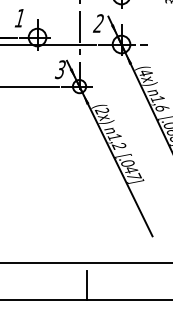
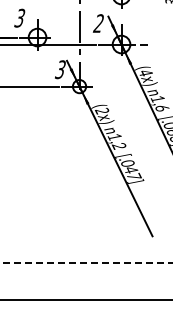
text at (19, 17): 1 -> 3
line at (86, 263): solid -> dashed
line at (86, 284): present -> none
